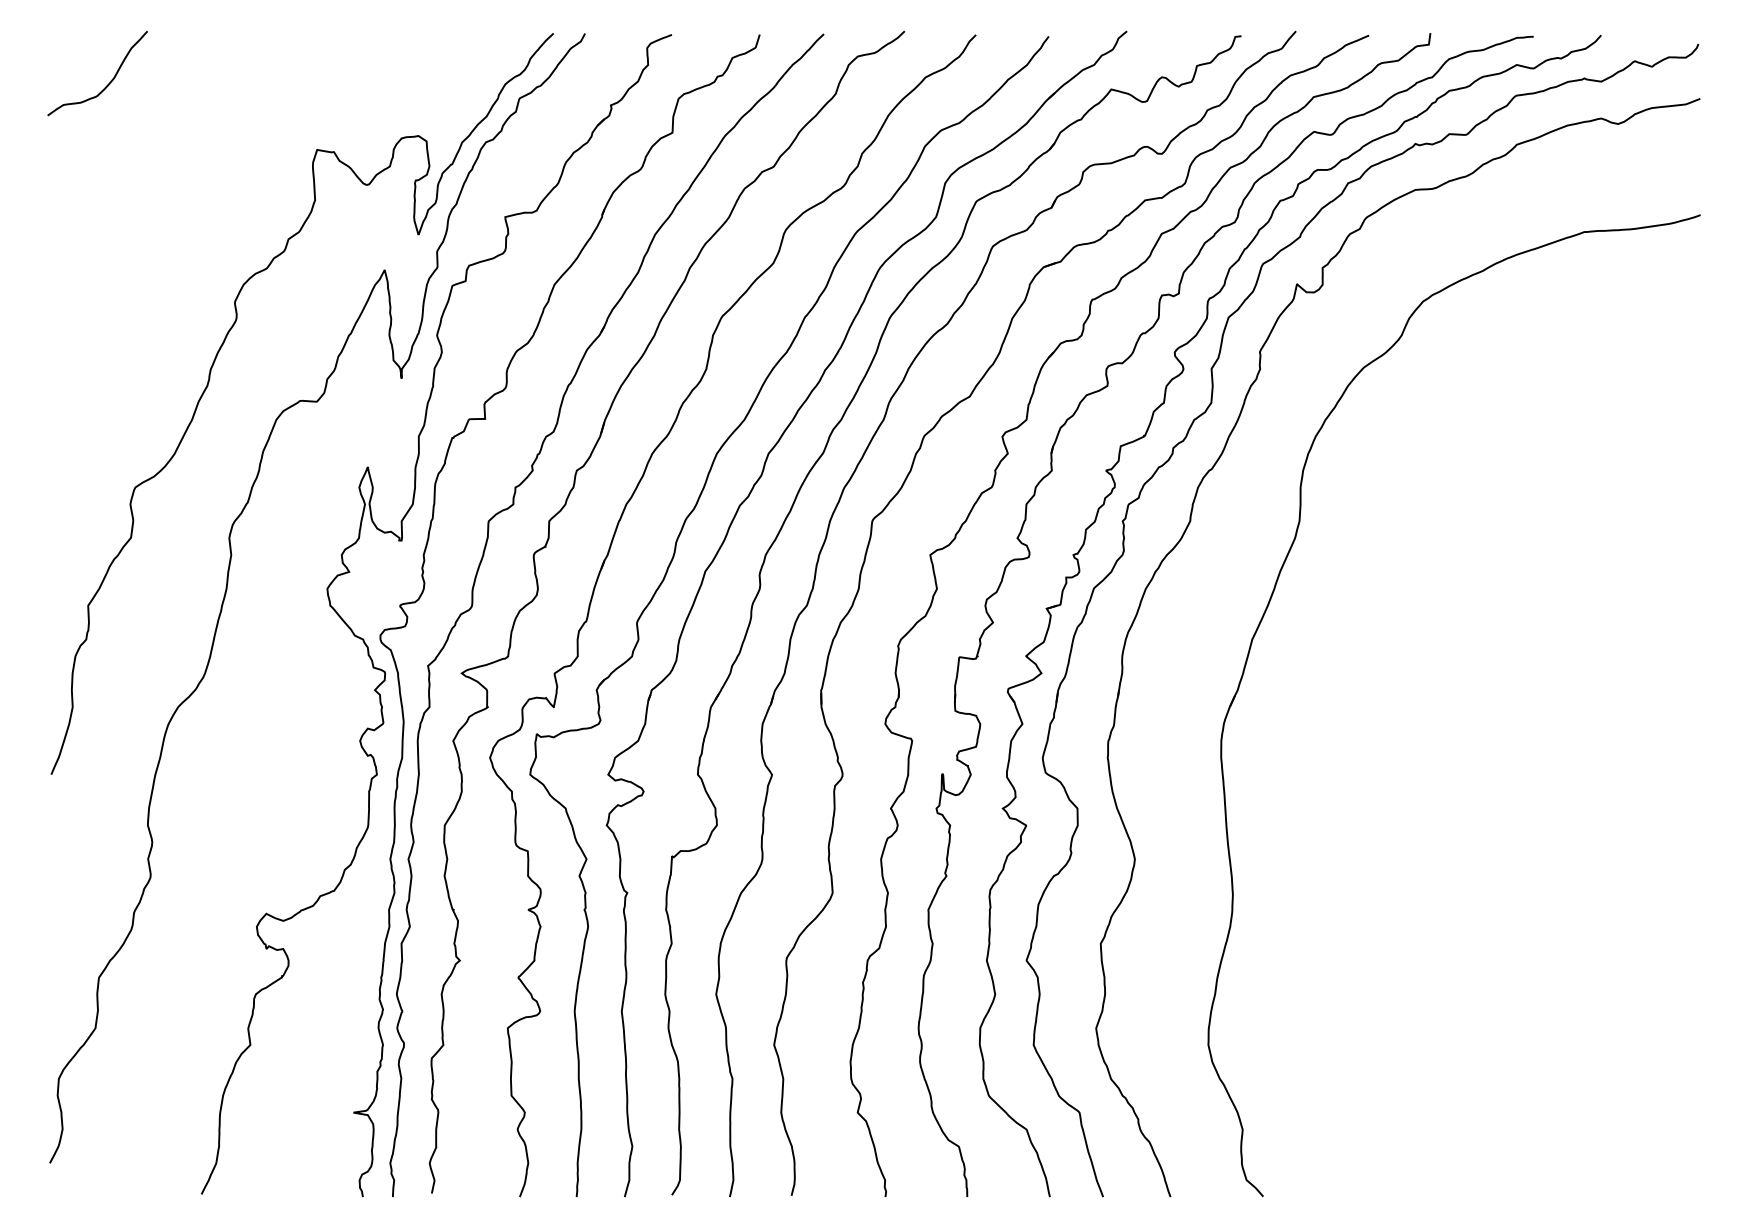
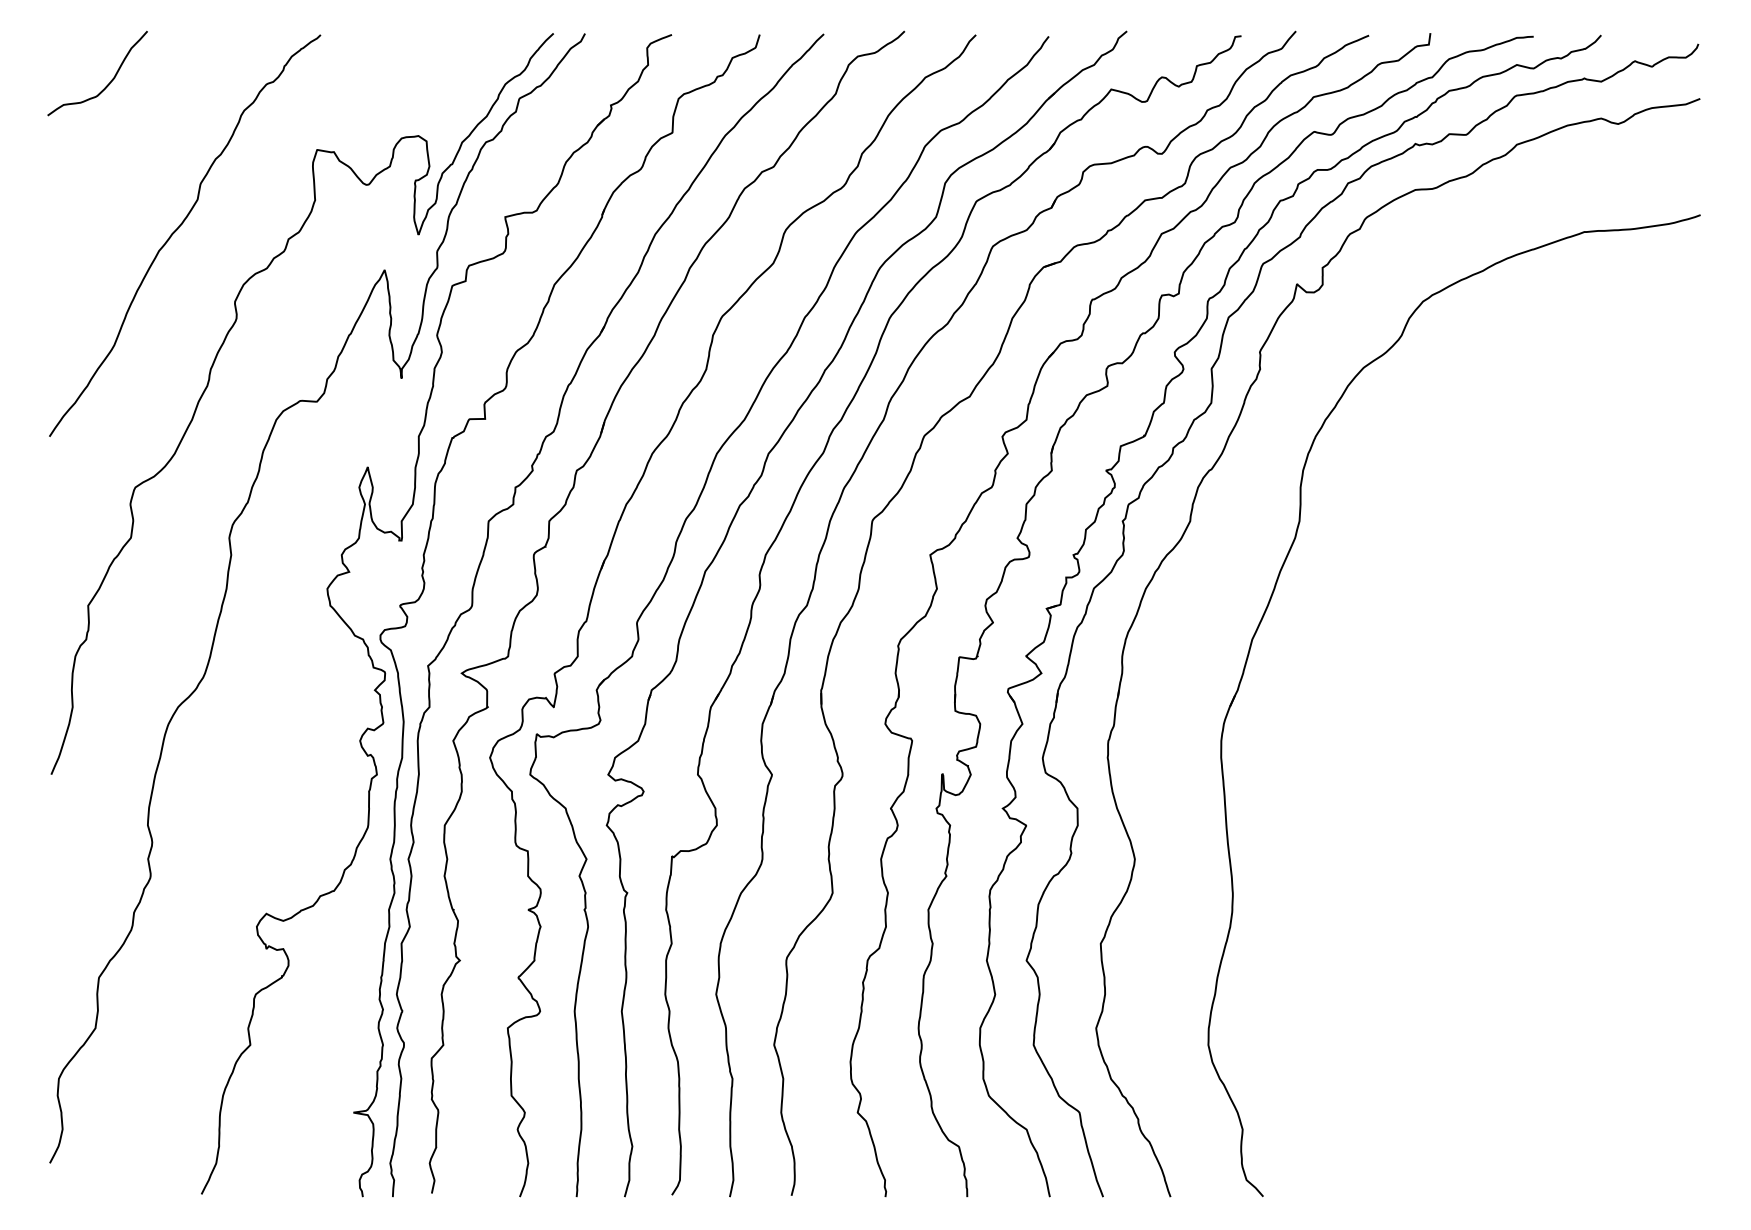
curve at (178, 229): none -> present
